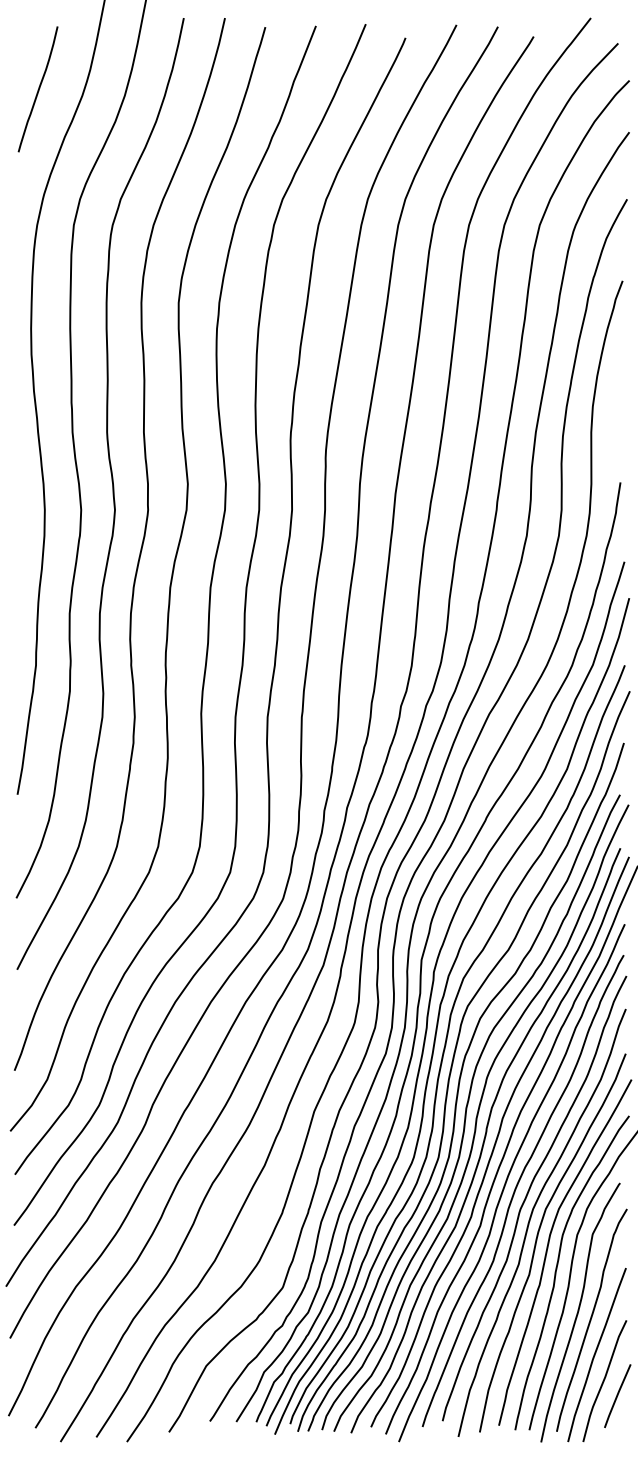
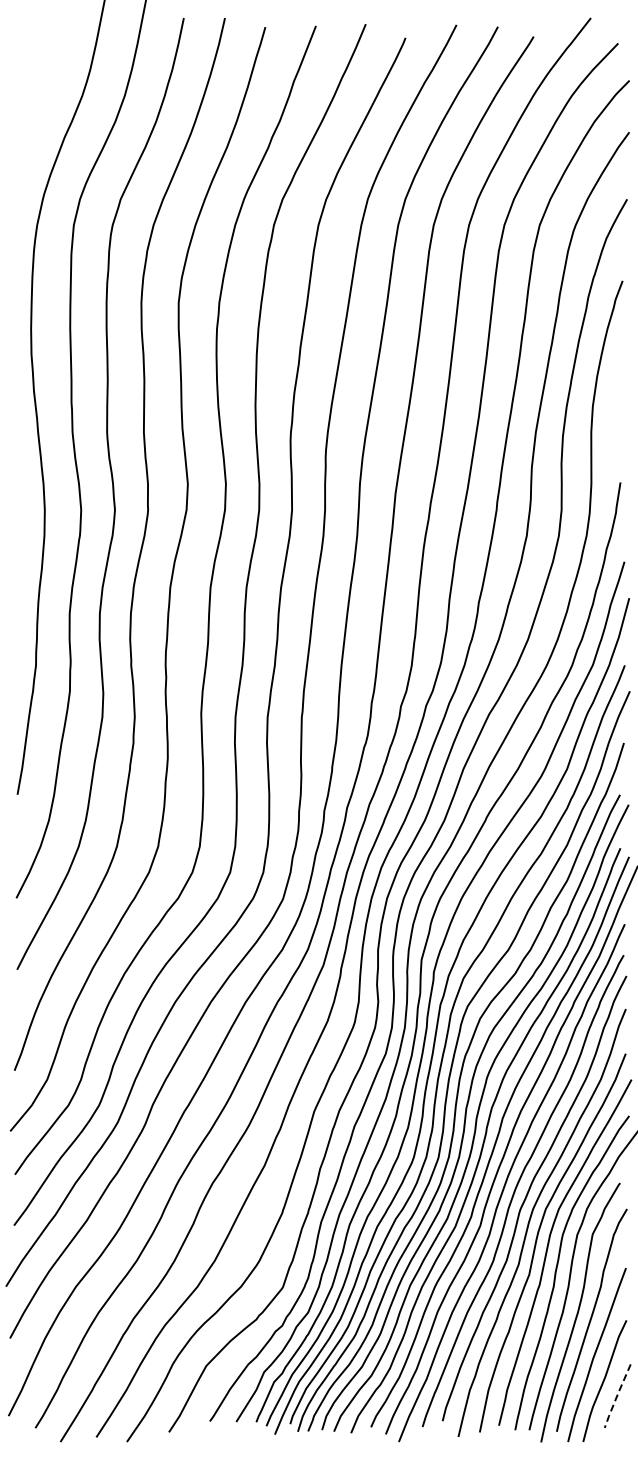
curve at (37, 89): present -> none
line at (617, 1396): solid -> dashed
